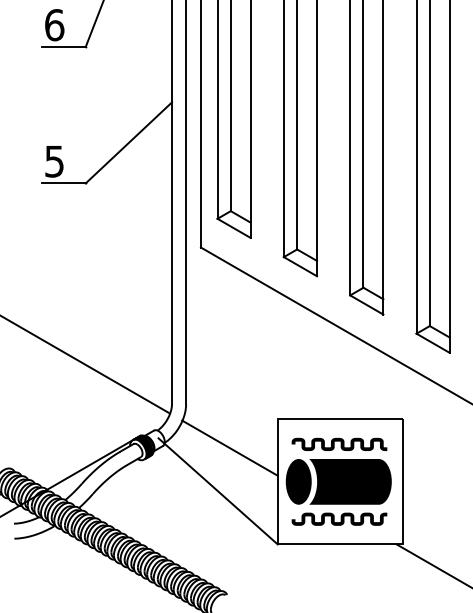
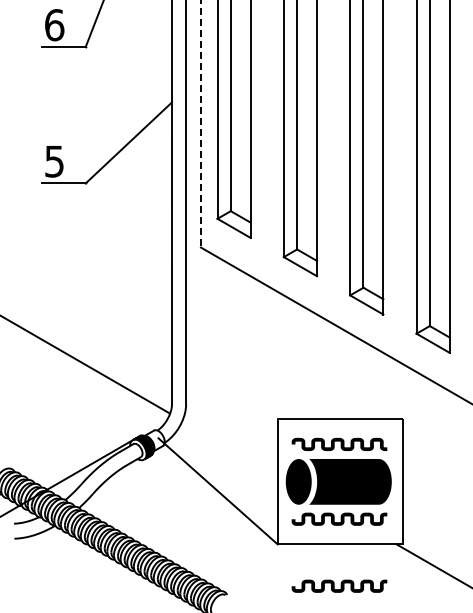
line at (200, 124): solid -> dashed
line at (229, 447): present -> none
part at (339, 585): none -> present
